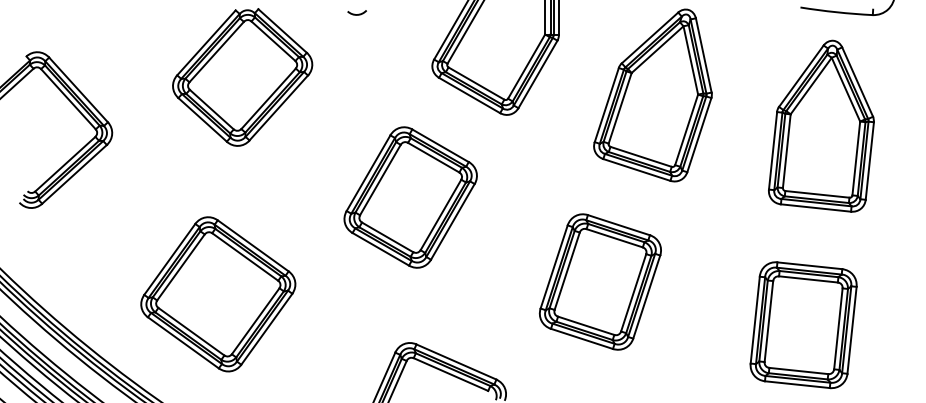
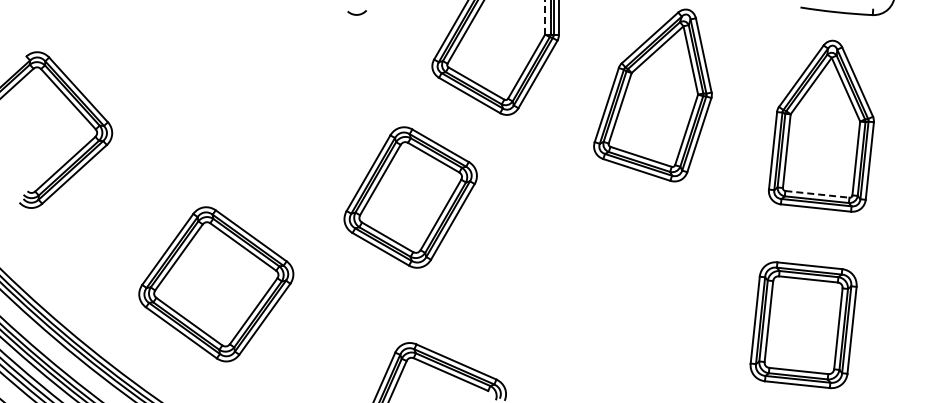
line at (545, 17): solid -> dashed
part at (242, 77): present -> none
line at (817, 194): solid -> dashed
part at (599, 281): present -> none
part at (218, 294) position: (218, 294) -> (216, 284)
